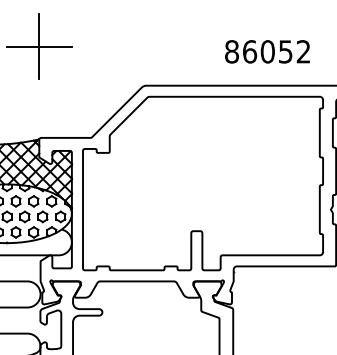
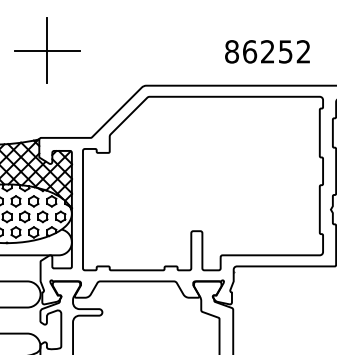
part at (39, 46) position: (39, 46) -> (47, 50)
text at (267, 51): 86052 -> 86252
